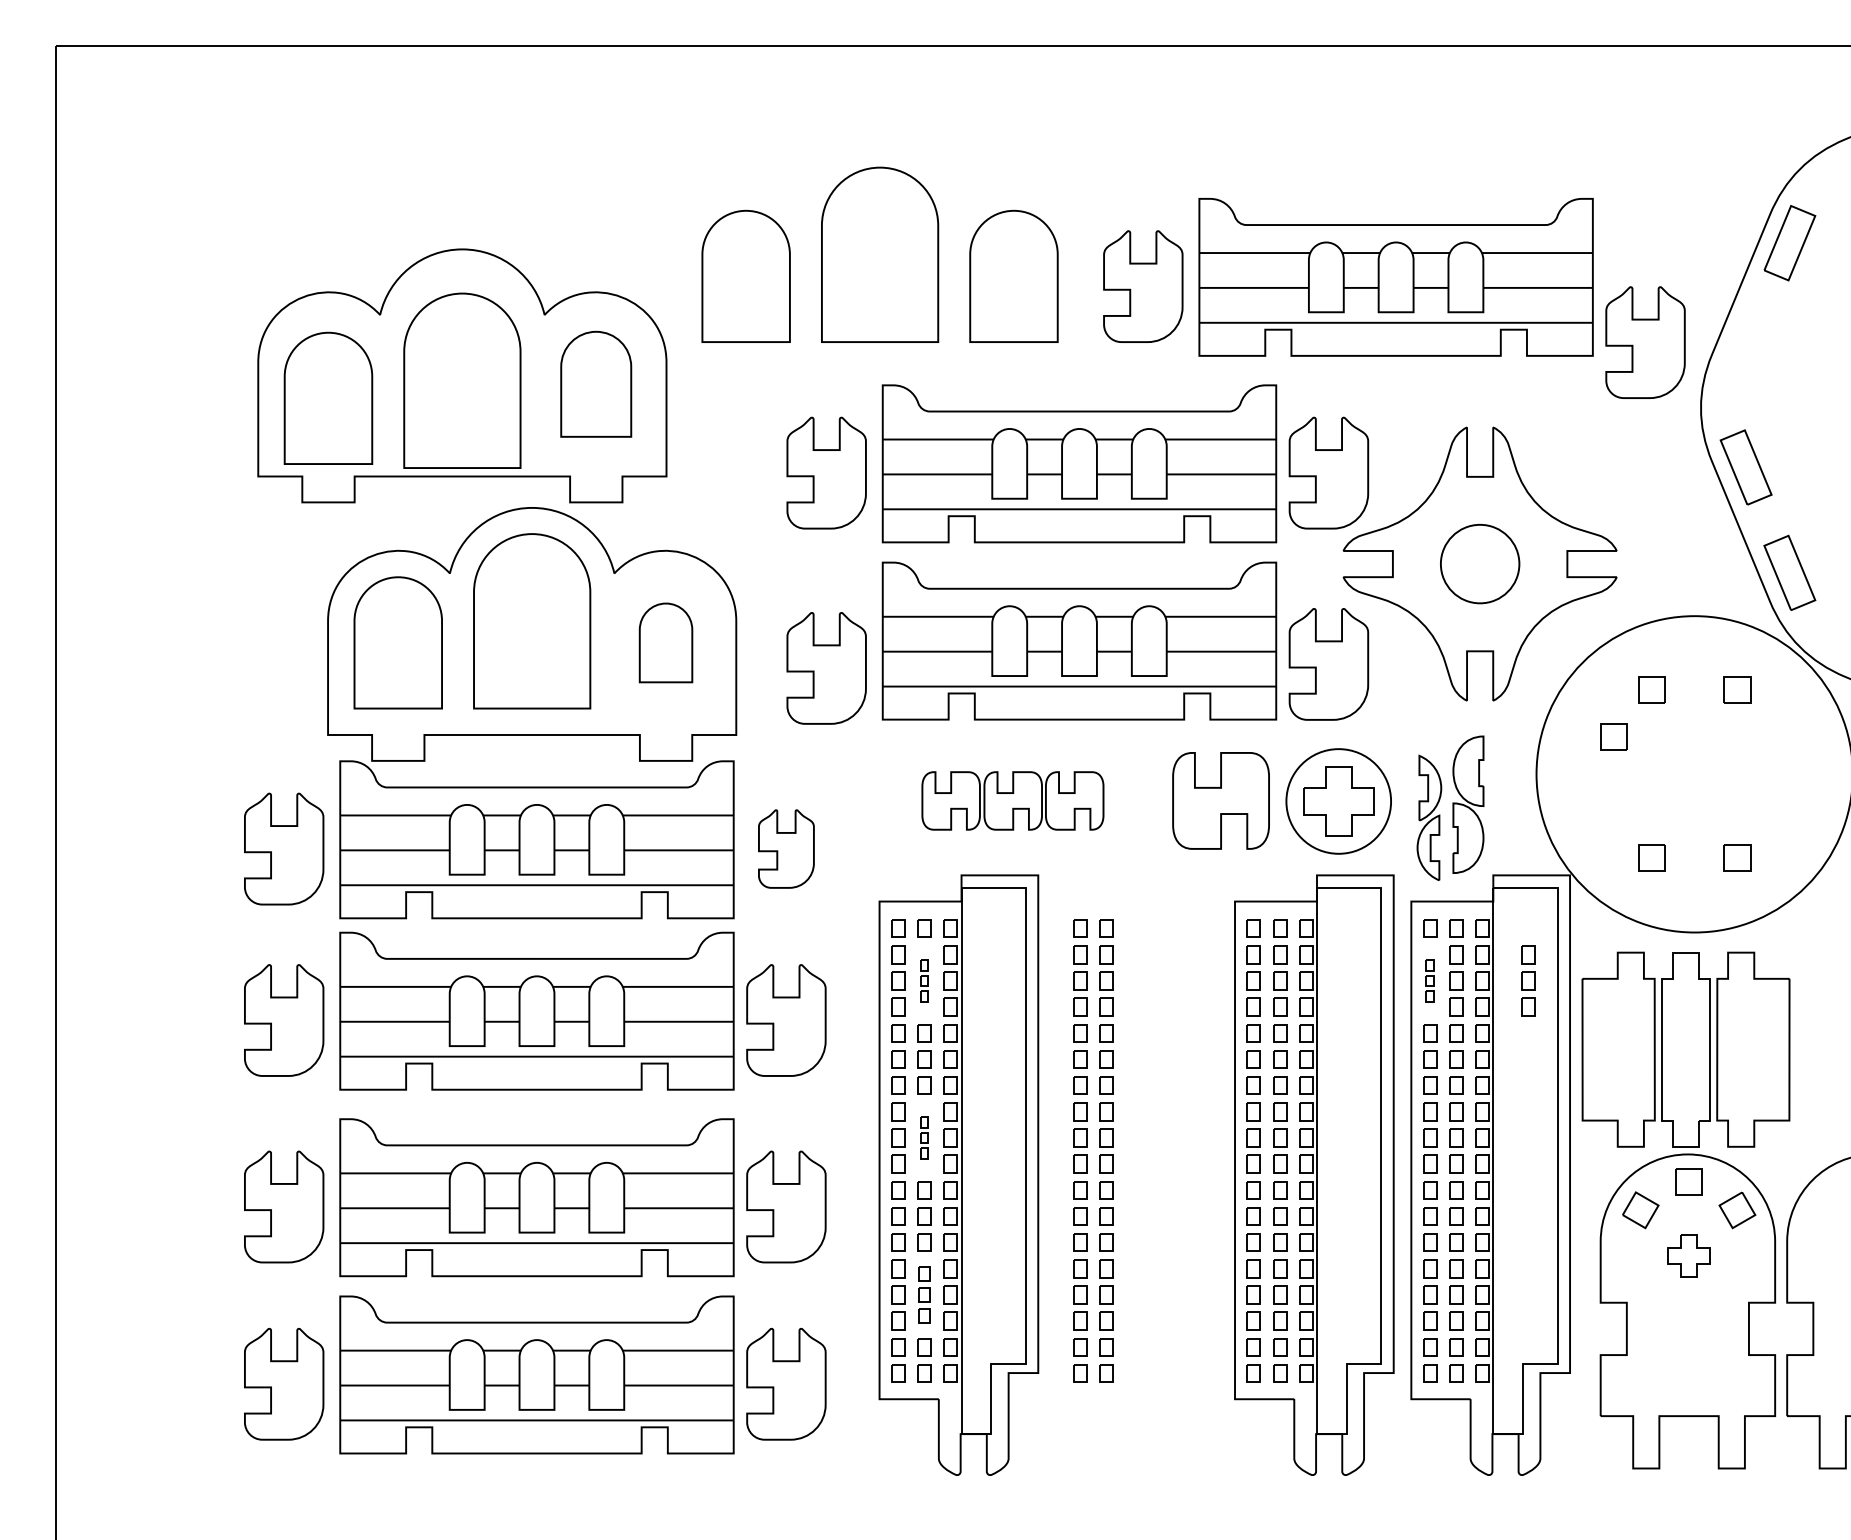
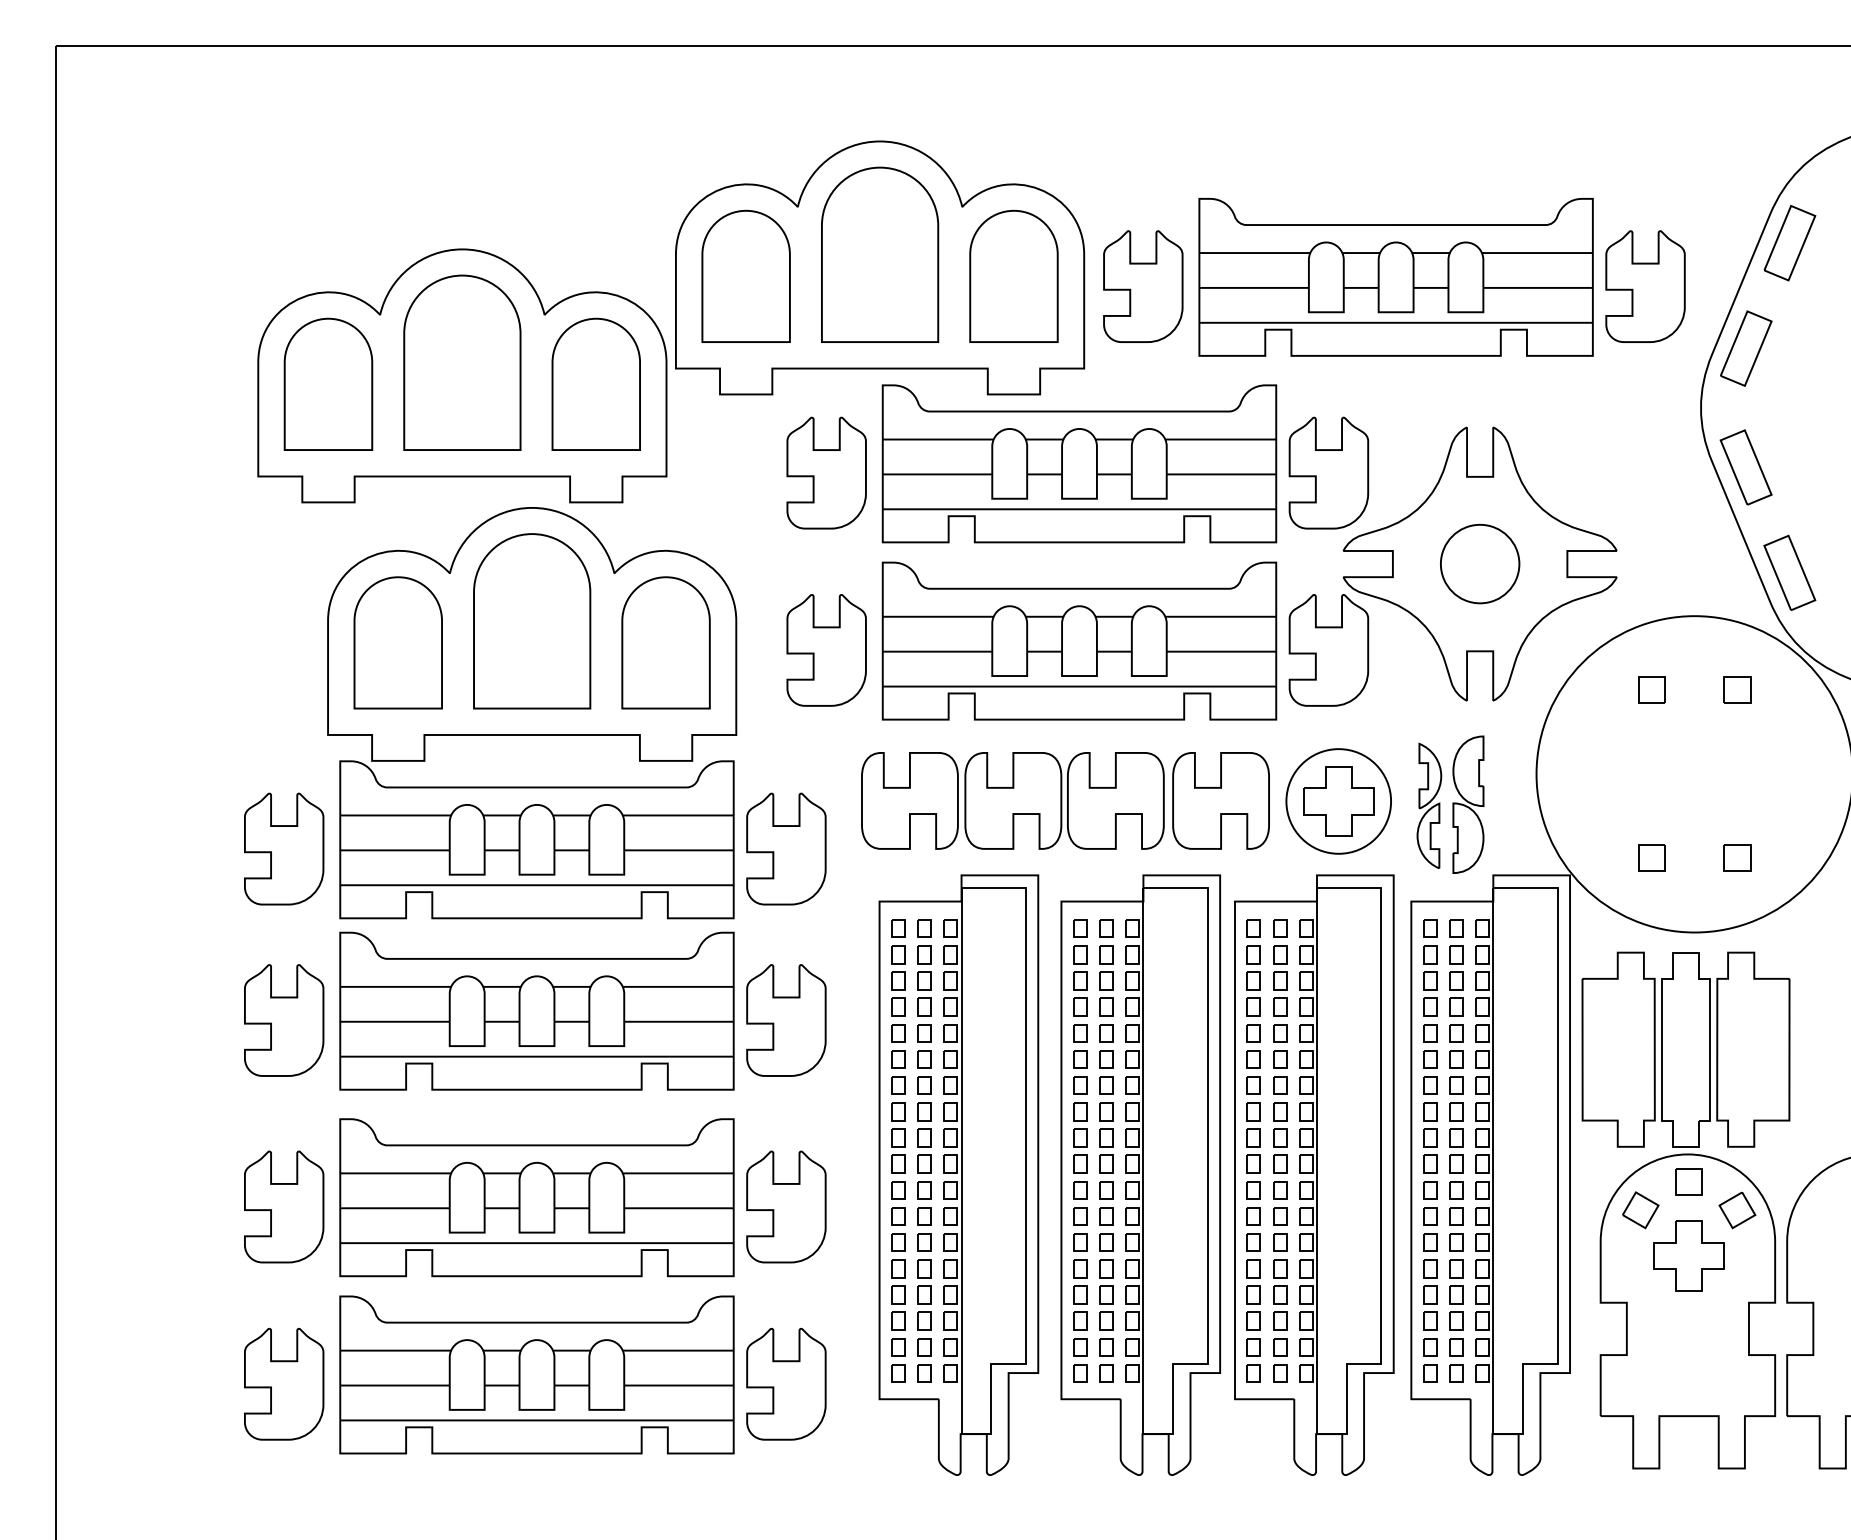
part at (880, 267): none -> present
part at (1645, 342) position: (1645, 342) -> (1645, 286)
part at (1746, 348): none -> present
part at (462, 380) position: (462, 380) -> (462, 362)
part at (596, 383) size: 73x108 px -> 90x134 px
part at (328, 397) position: (328, 397) -> (328, 383)
part at (665, 642) size: 56x82 px -> 90x134 px
part at (1328, 664) position: (1328, 664) -> (1328, 650)
part at (826, 668) position: (826, 668) -> (826, 650)
part at (1613, 736): present -> none
part at (1012, 800) size: 184x60 px -> 304x98 px
part at (1429, 817) position: (1429, 817) -> (1429, 805)
part at (786, 848) size: 57x80 px -> 81x114 px
part at (924, 980) size: 9x44 px -> 15x72 px
part at (1429, 980) size: 10x44 px -> 15x72 px
part at (1528, 980): present -> none
part at (924, 1137) size: 9x44 px -> 15x72 px
part at (1140, 1174): none -> present
part at (1688, 1255) size: 44x44 px -> 72x72 px
part at (924, 1294) size: 13x58 px -> 15x72 px
